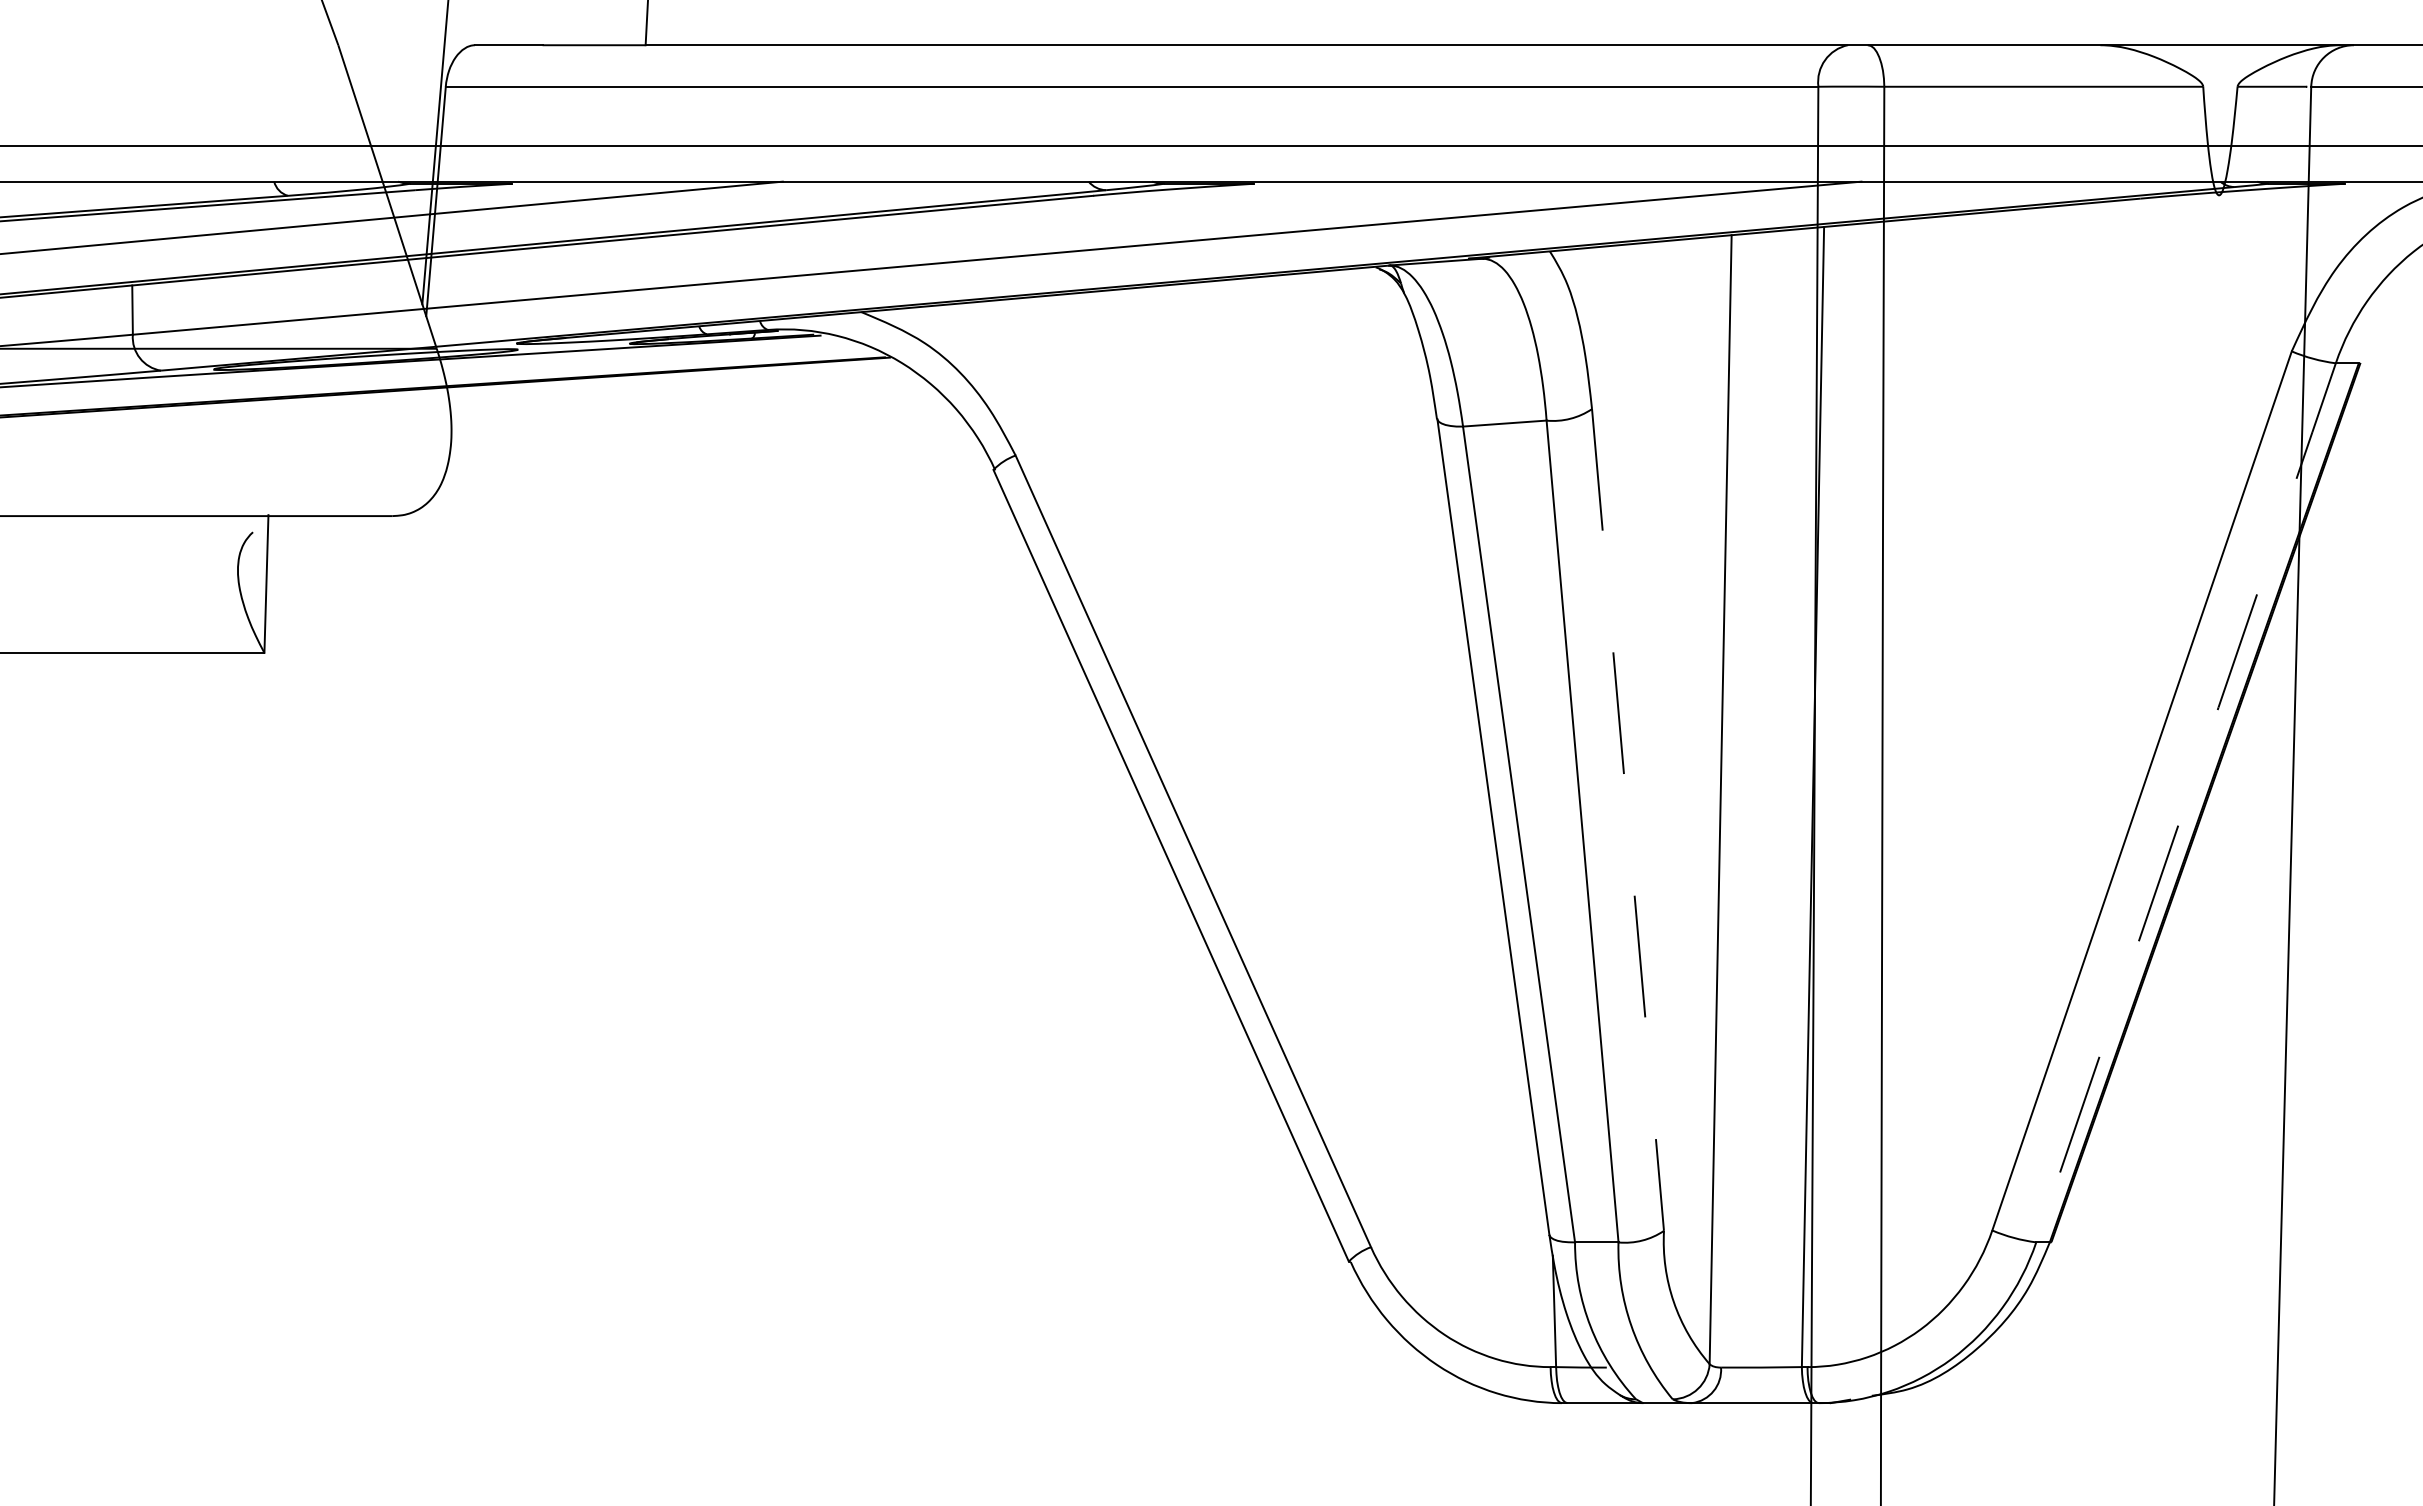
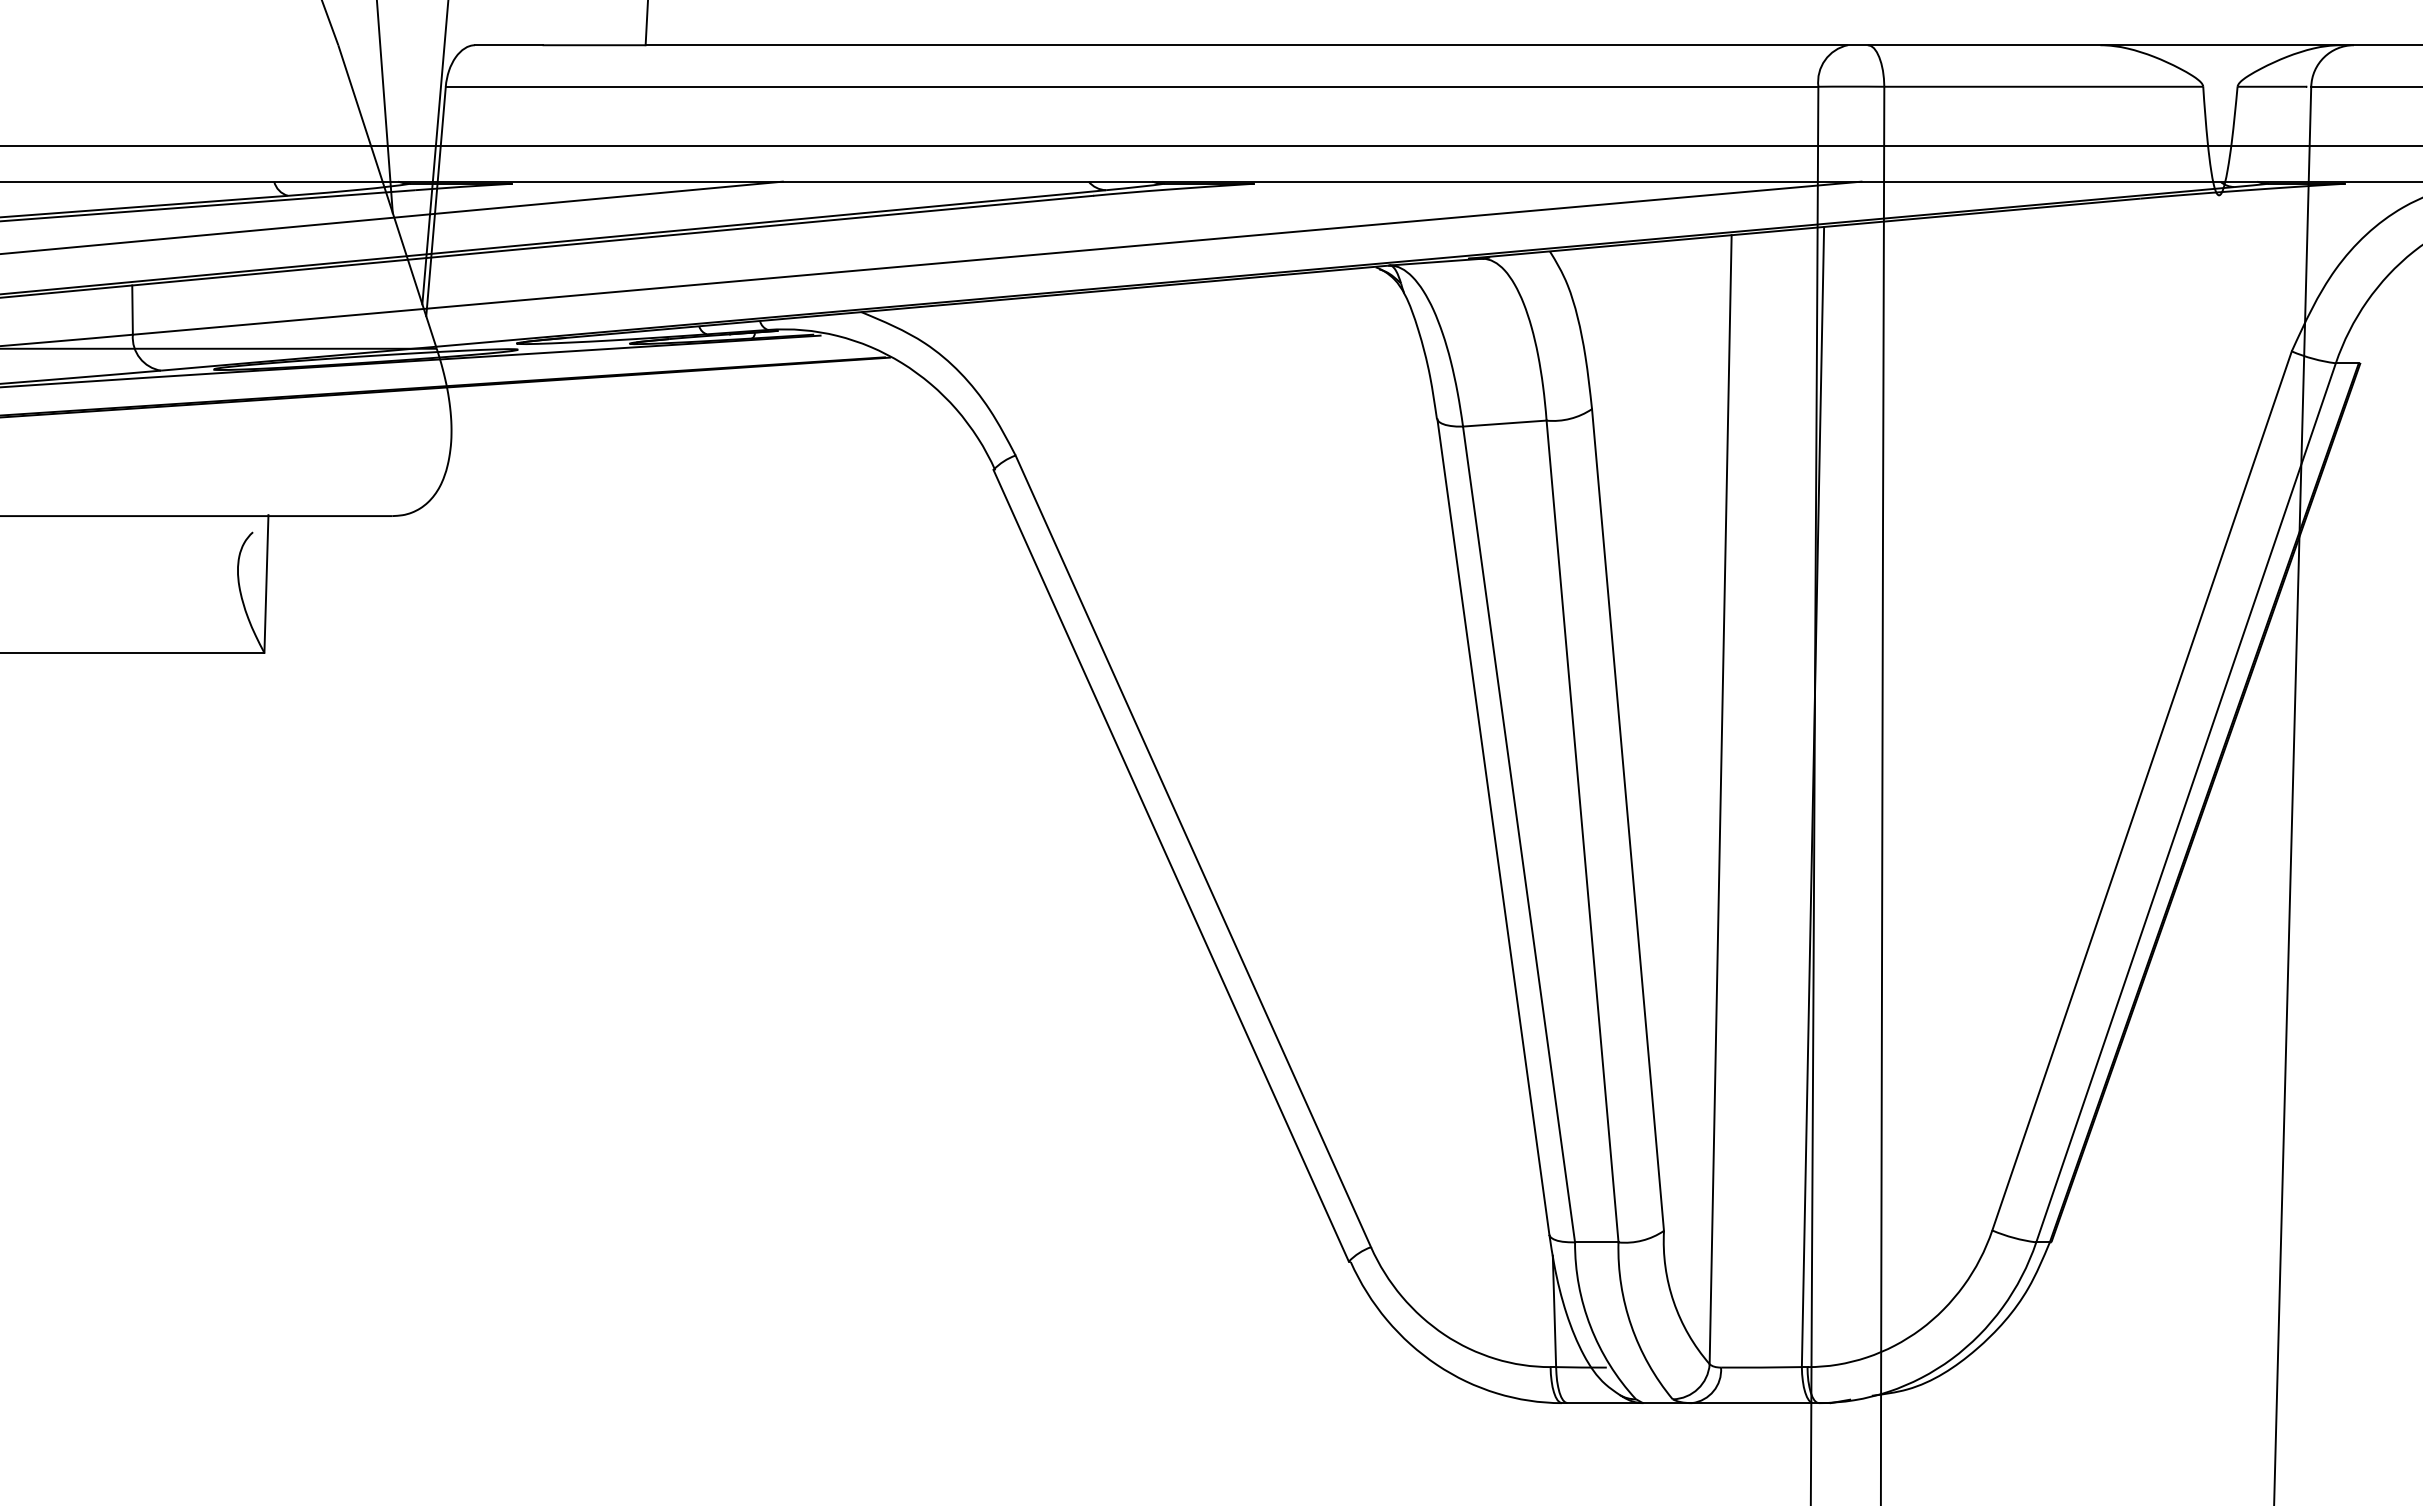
line at (384, 107): none -> present
line at (2186, 802): dashed -> solid
line at (1628, 820): dashed -> solid
